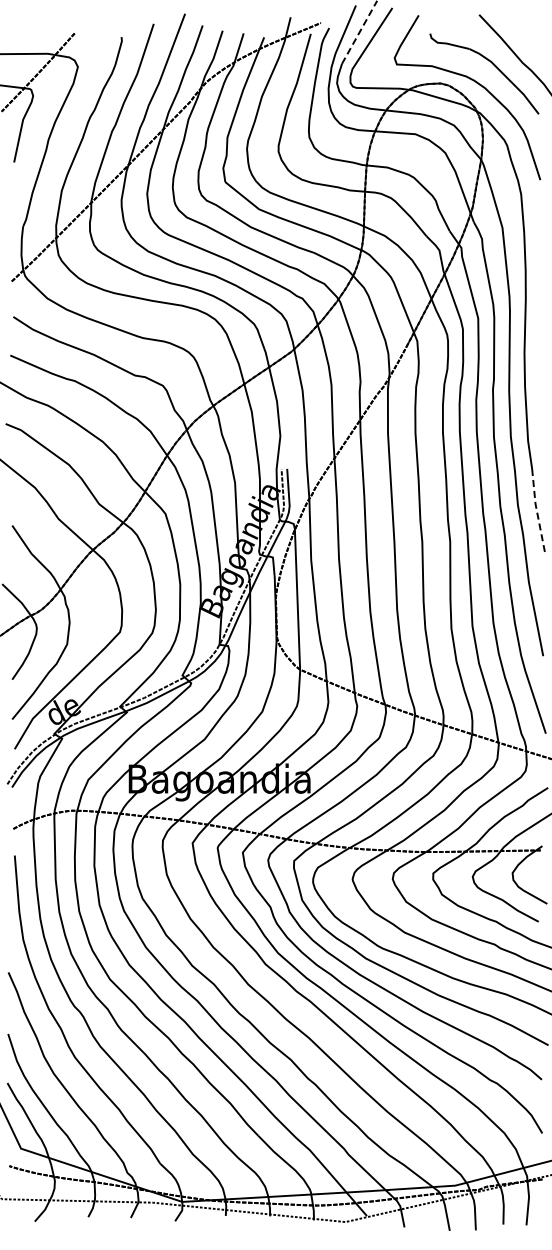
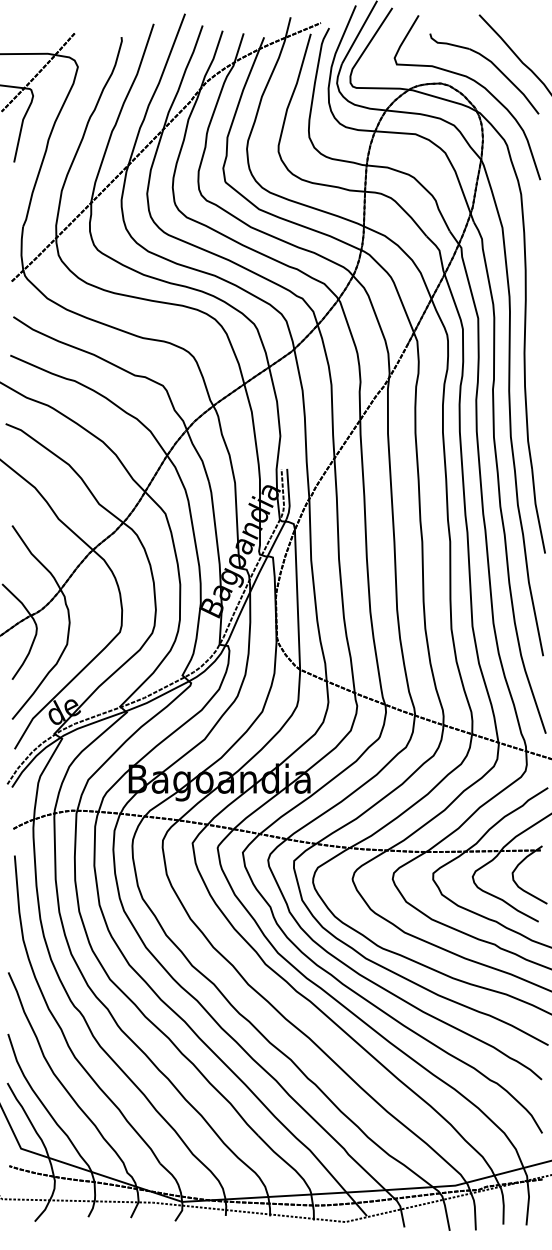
line at (359, 31): dashed -> solid
line at (536, 510): dashed -> solid
